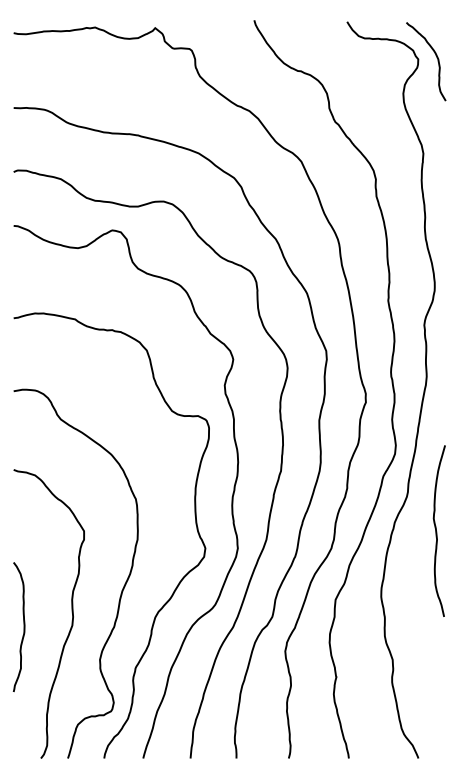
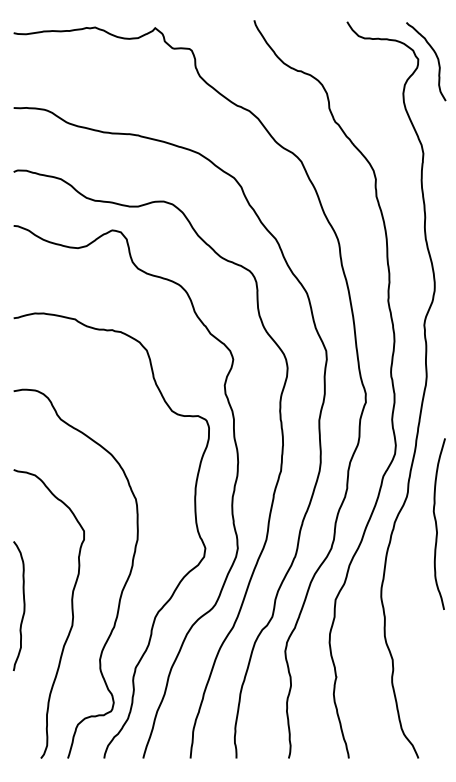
curve at (437, 531) position: (437, 531) -> (437, 524)
curve at (23, 627) position: (23, 627) -> (23, 606)
